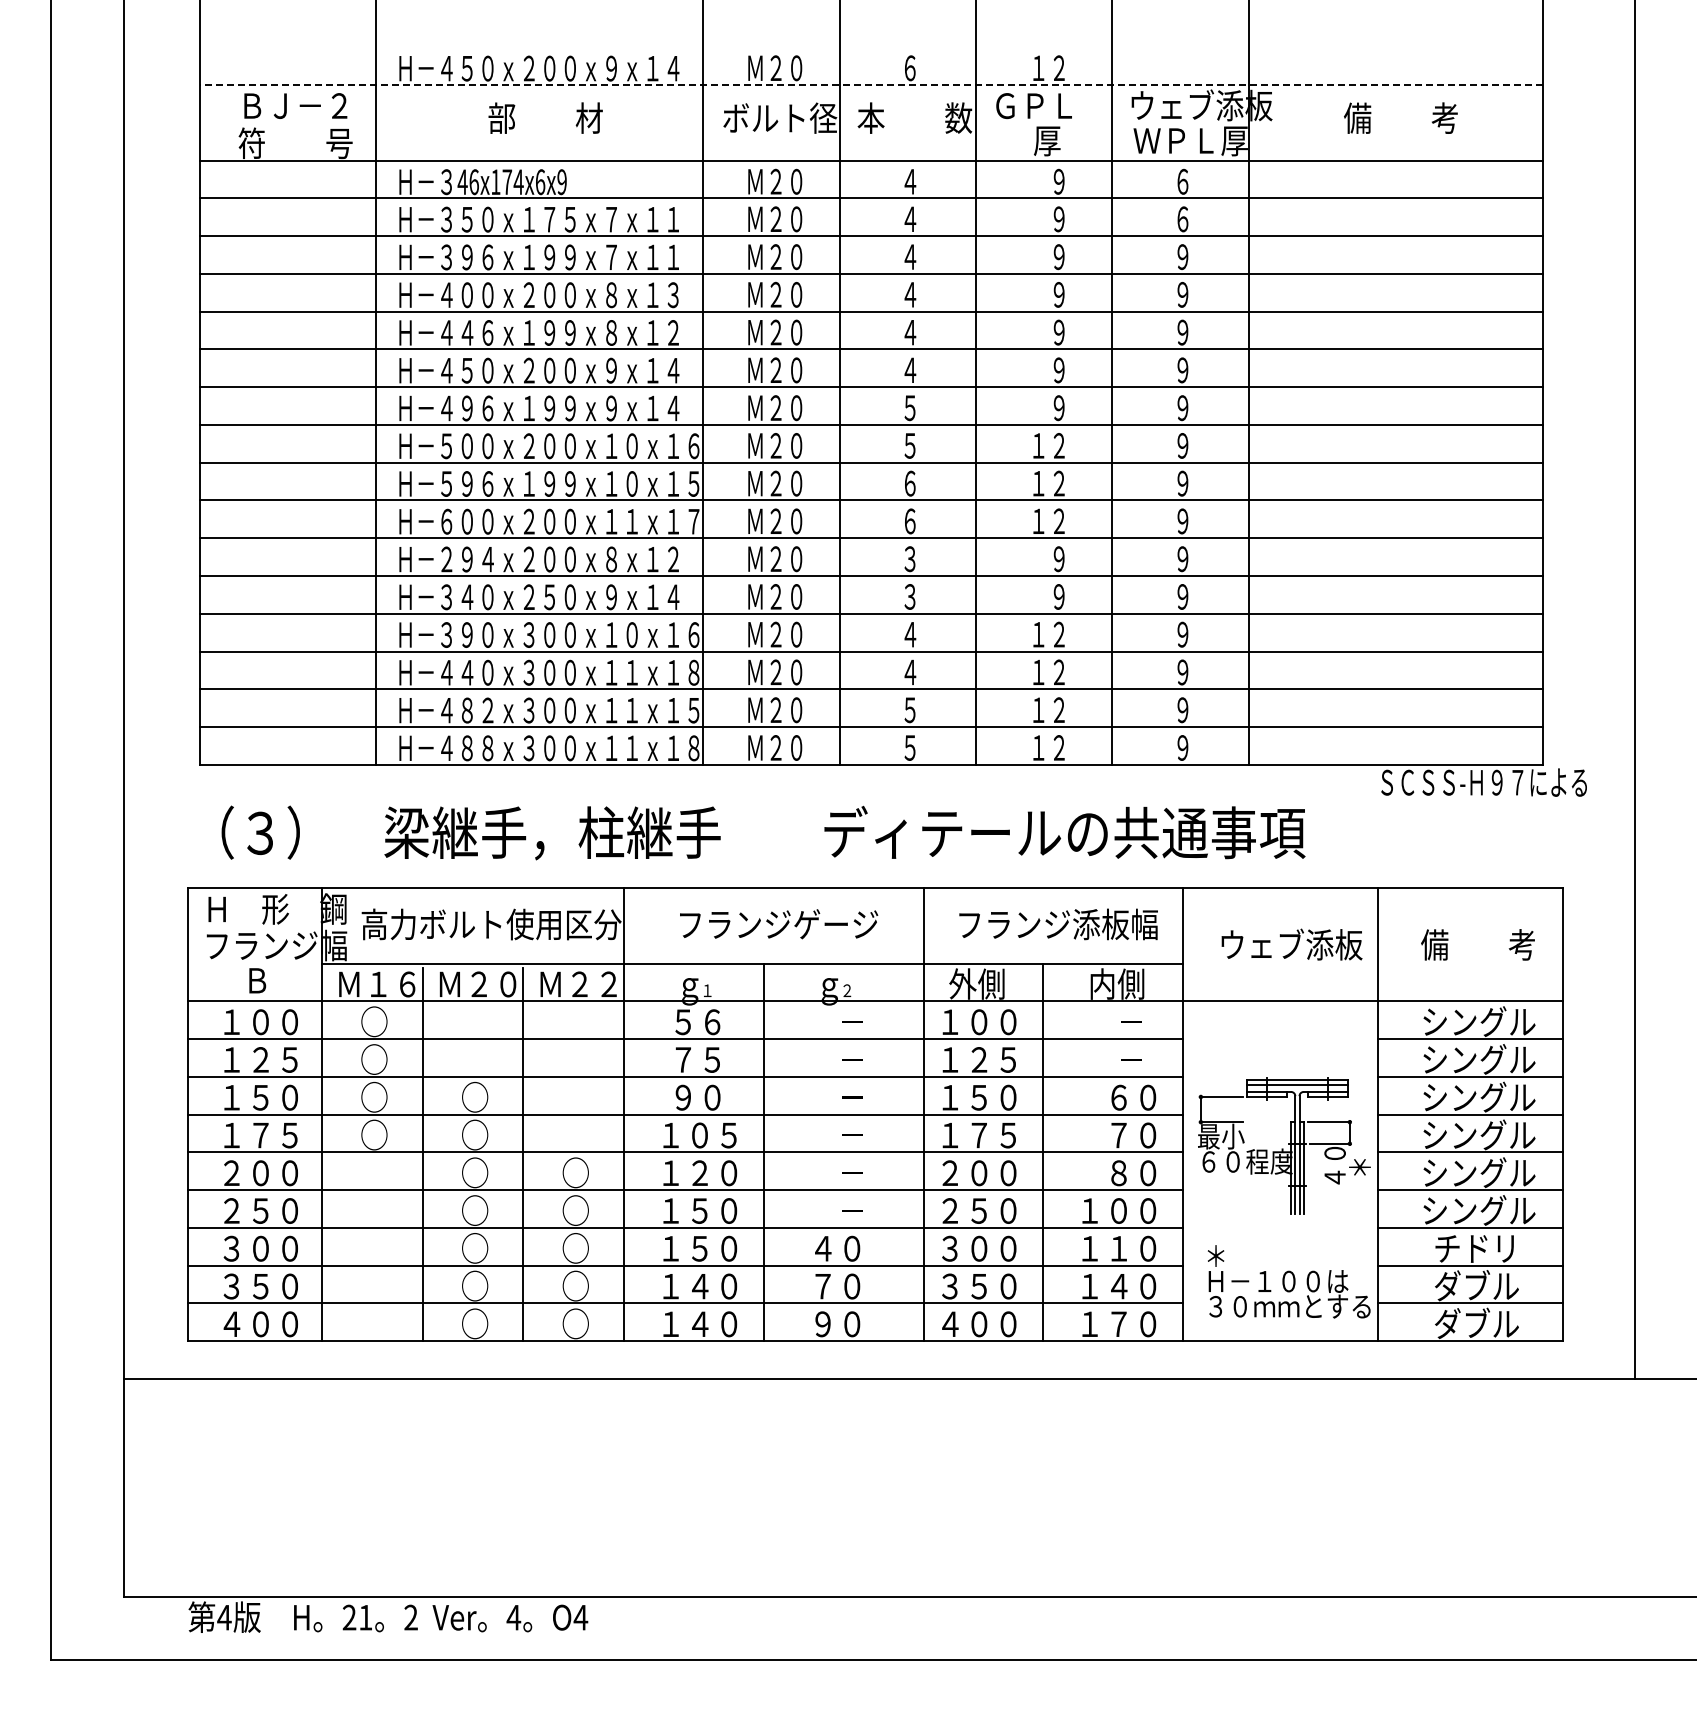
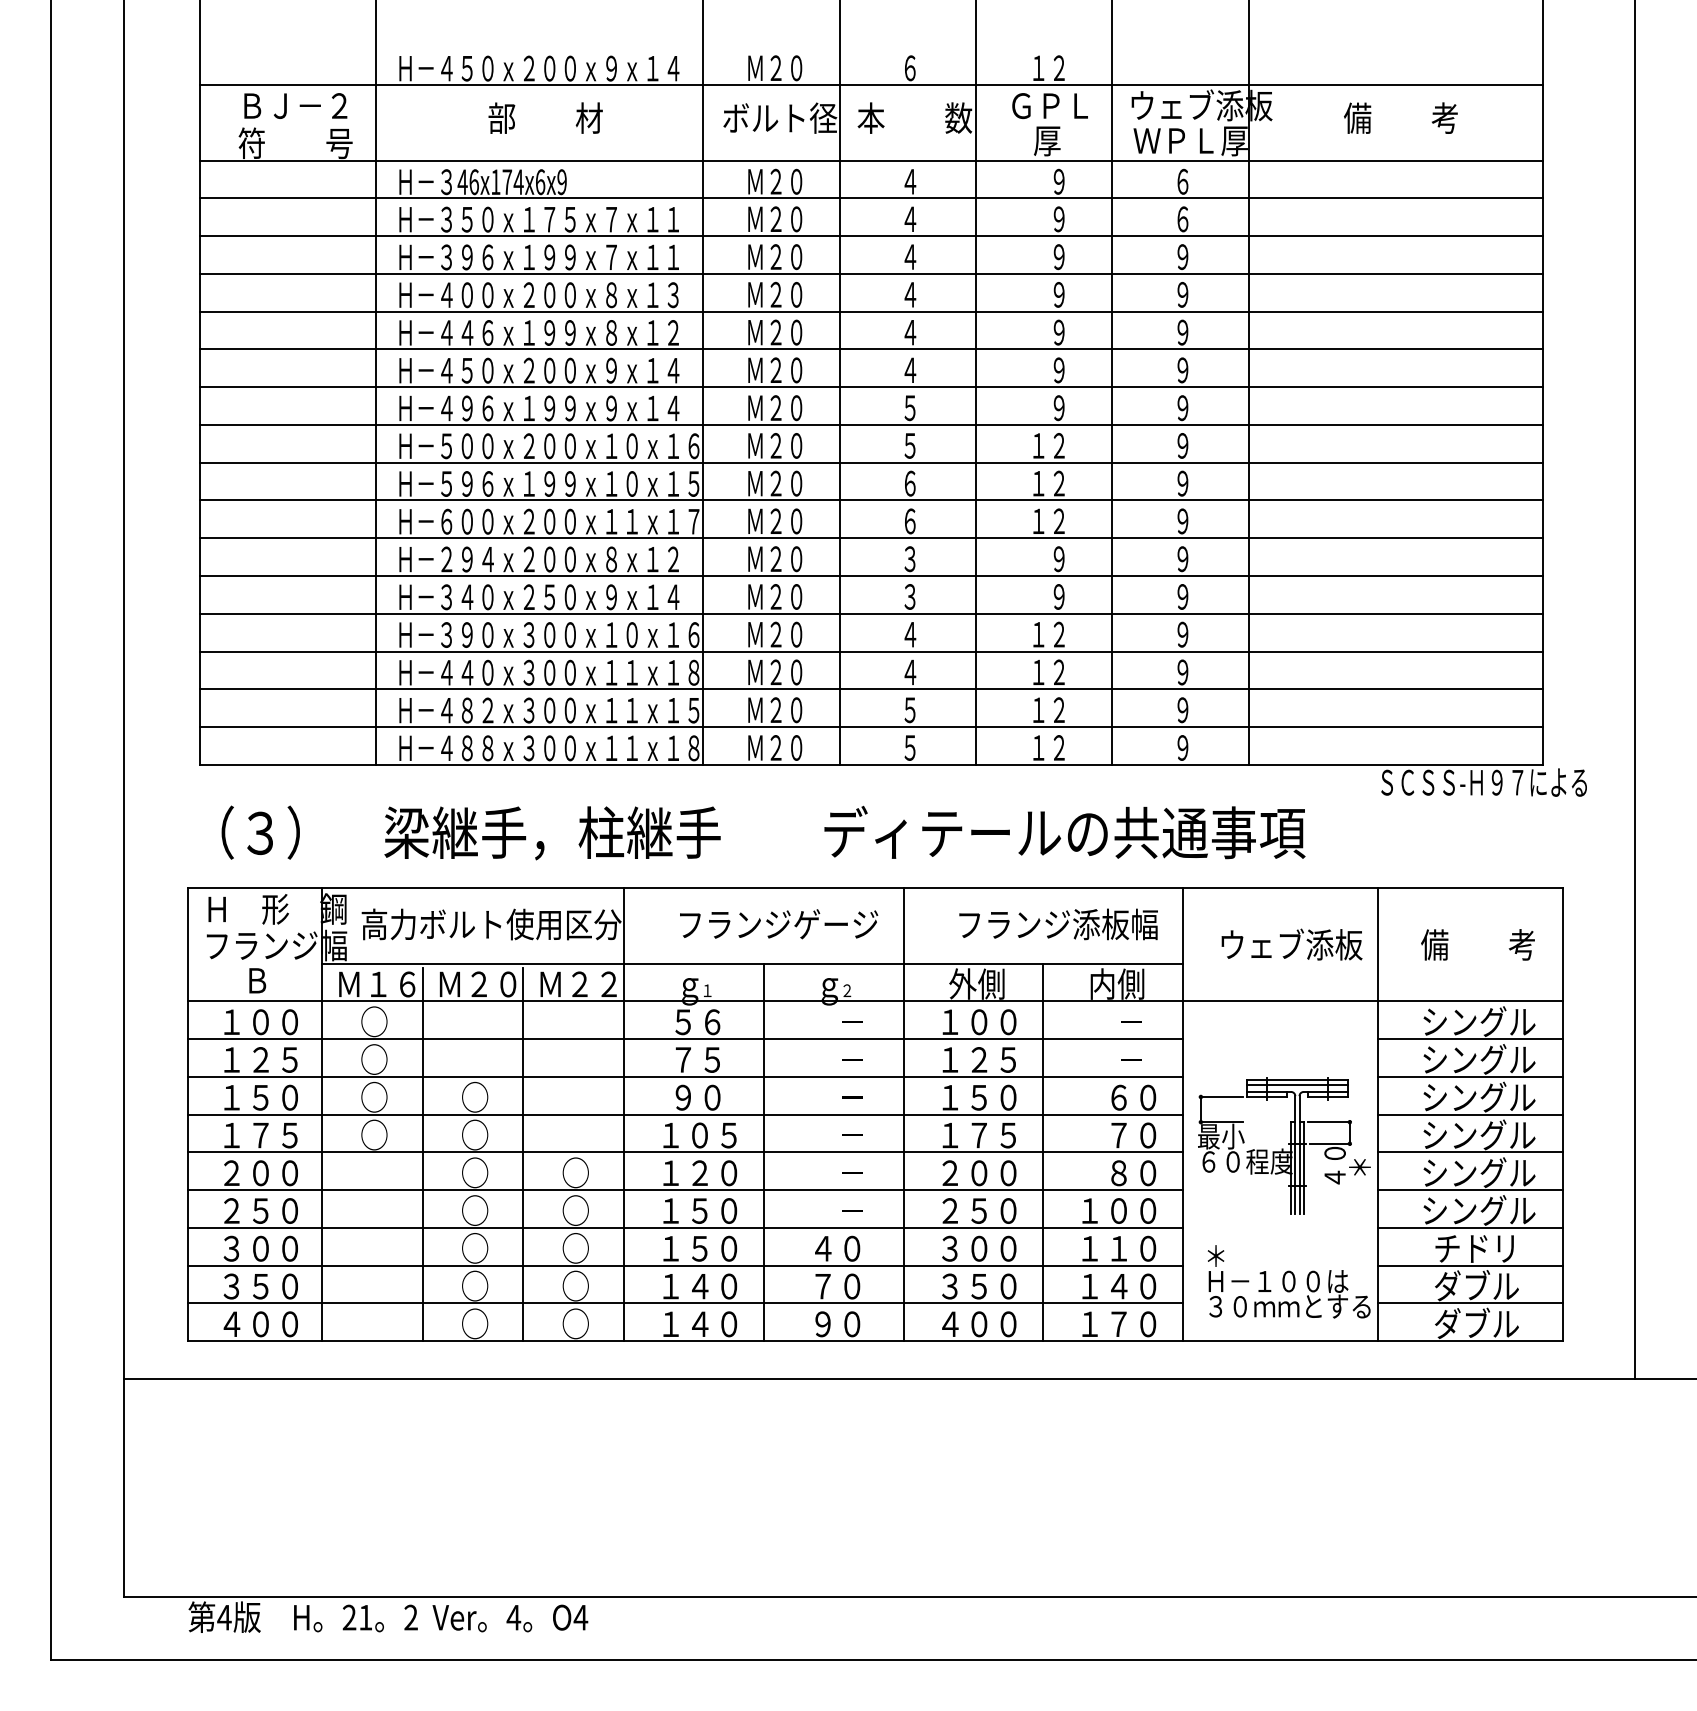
line at (870, 85): dashed -> solid
text at (1033, 106) position: (1033, 106) -> (1049, 106)
line at (923, 1114) position: (923, 1114) -> (903, 1114)
